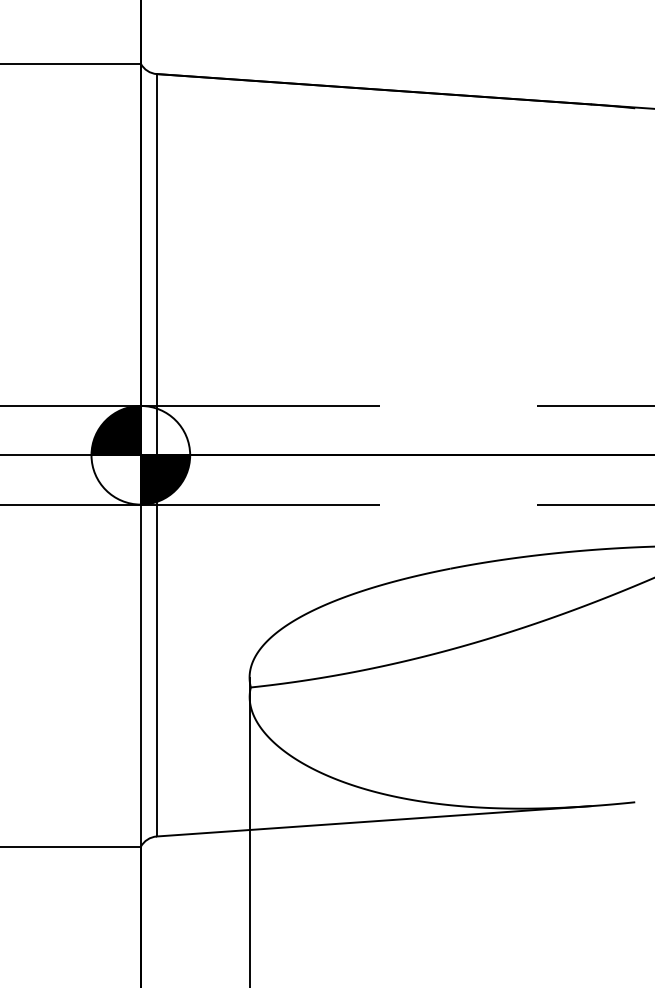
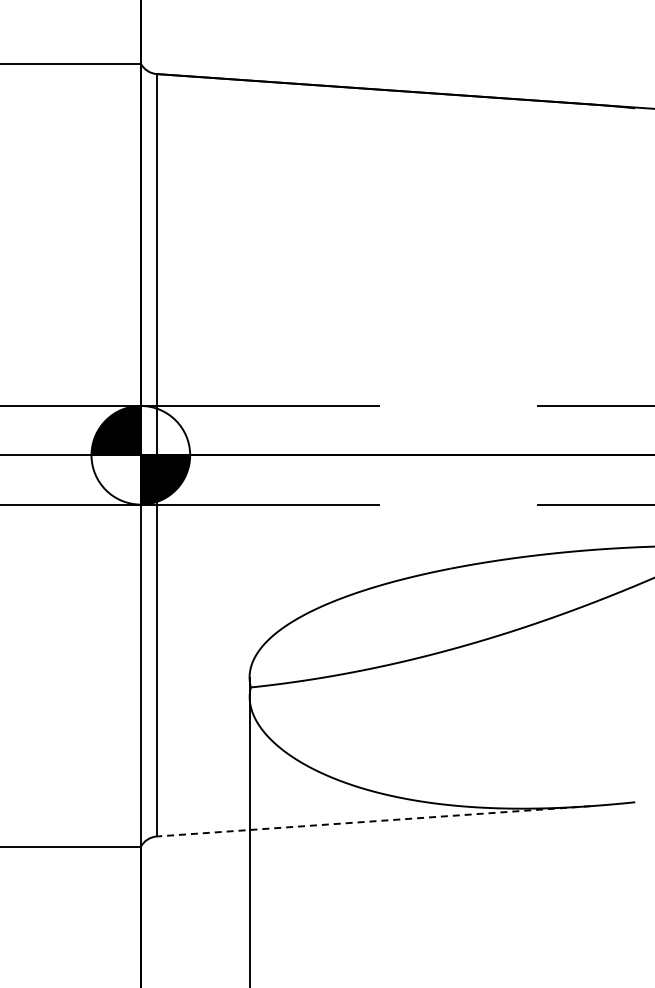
line at (373, 821): solid -> dashed
